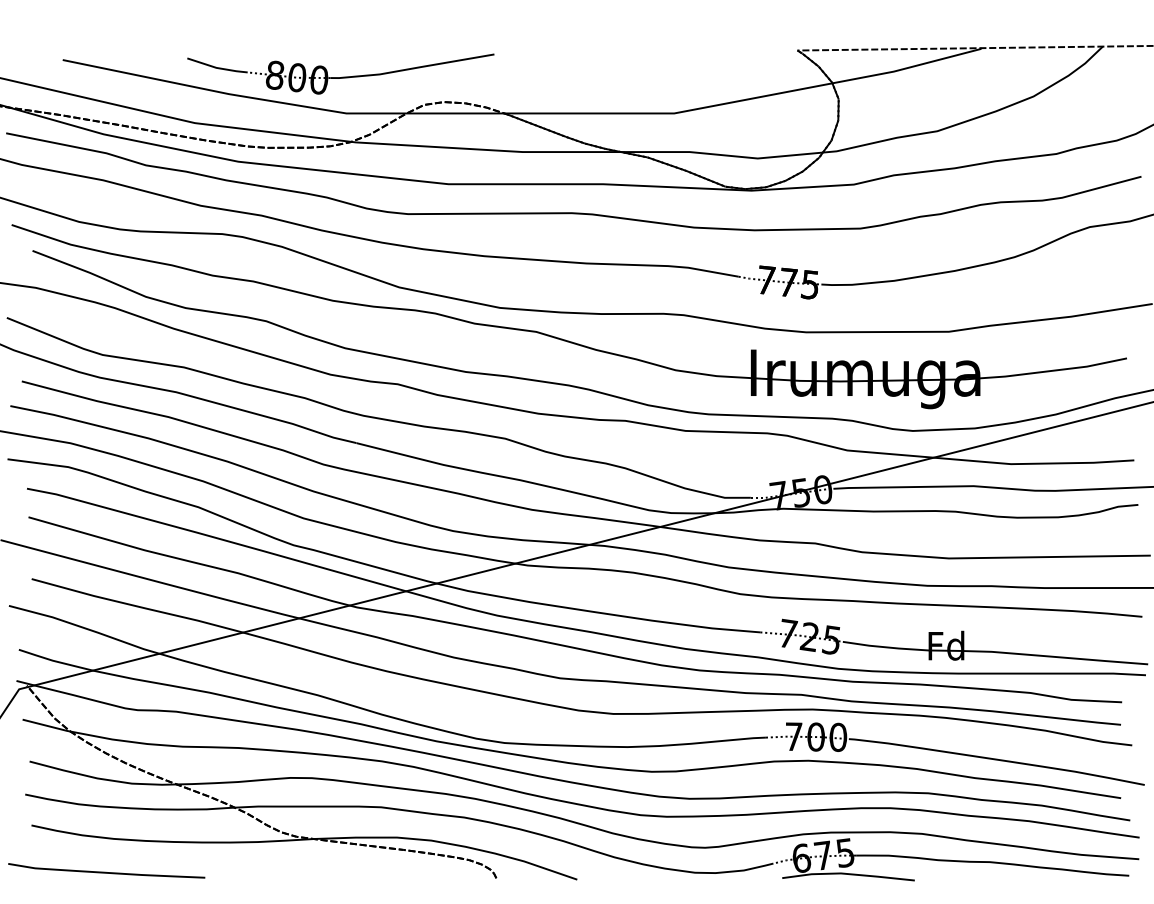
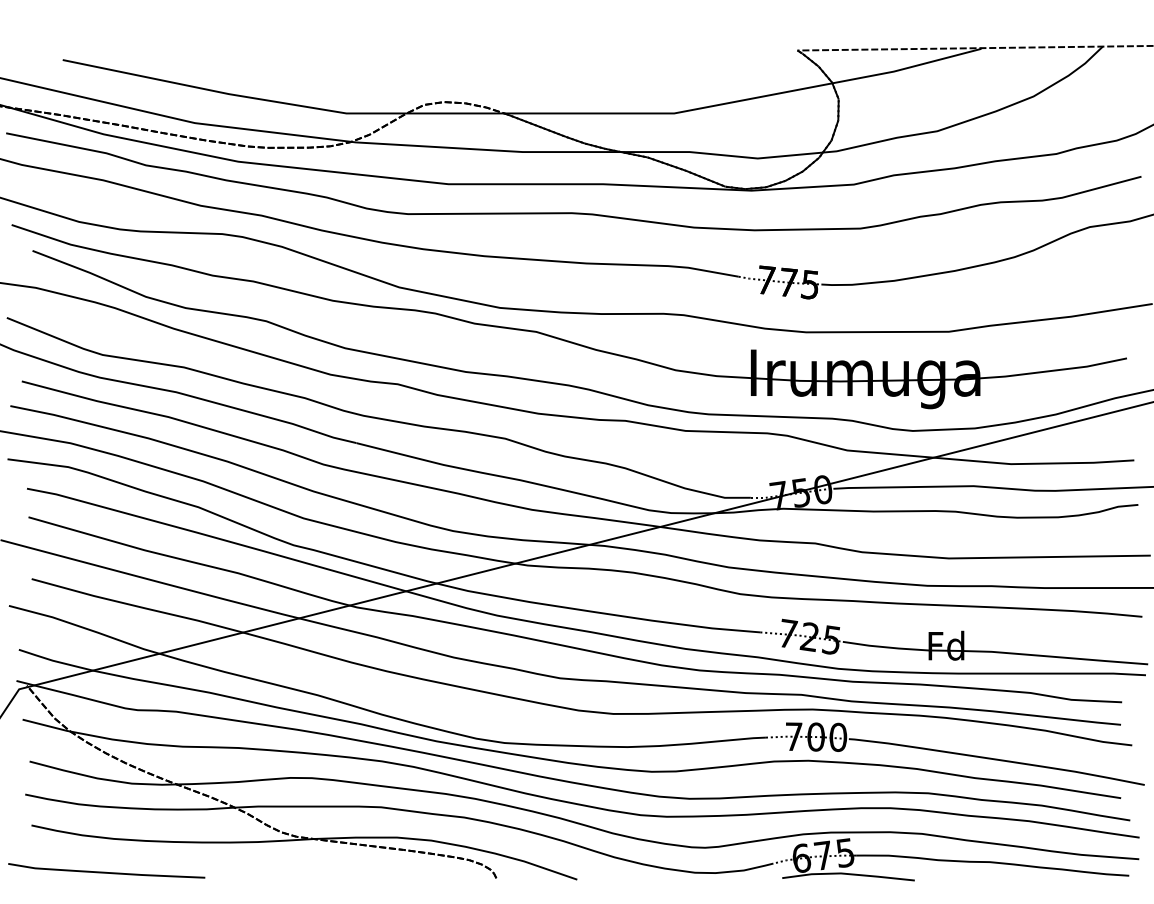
part at (340, 73): present -> none
